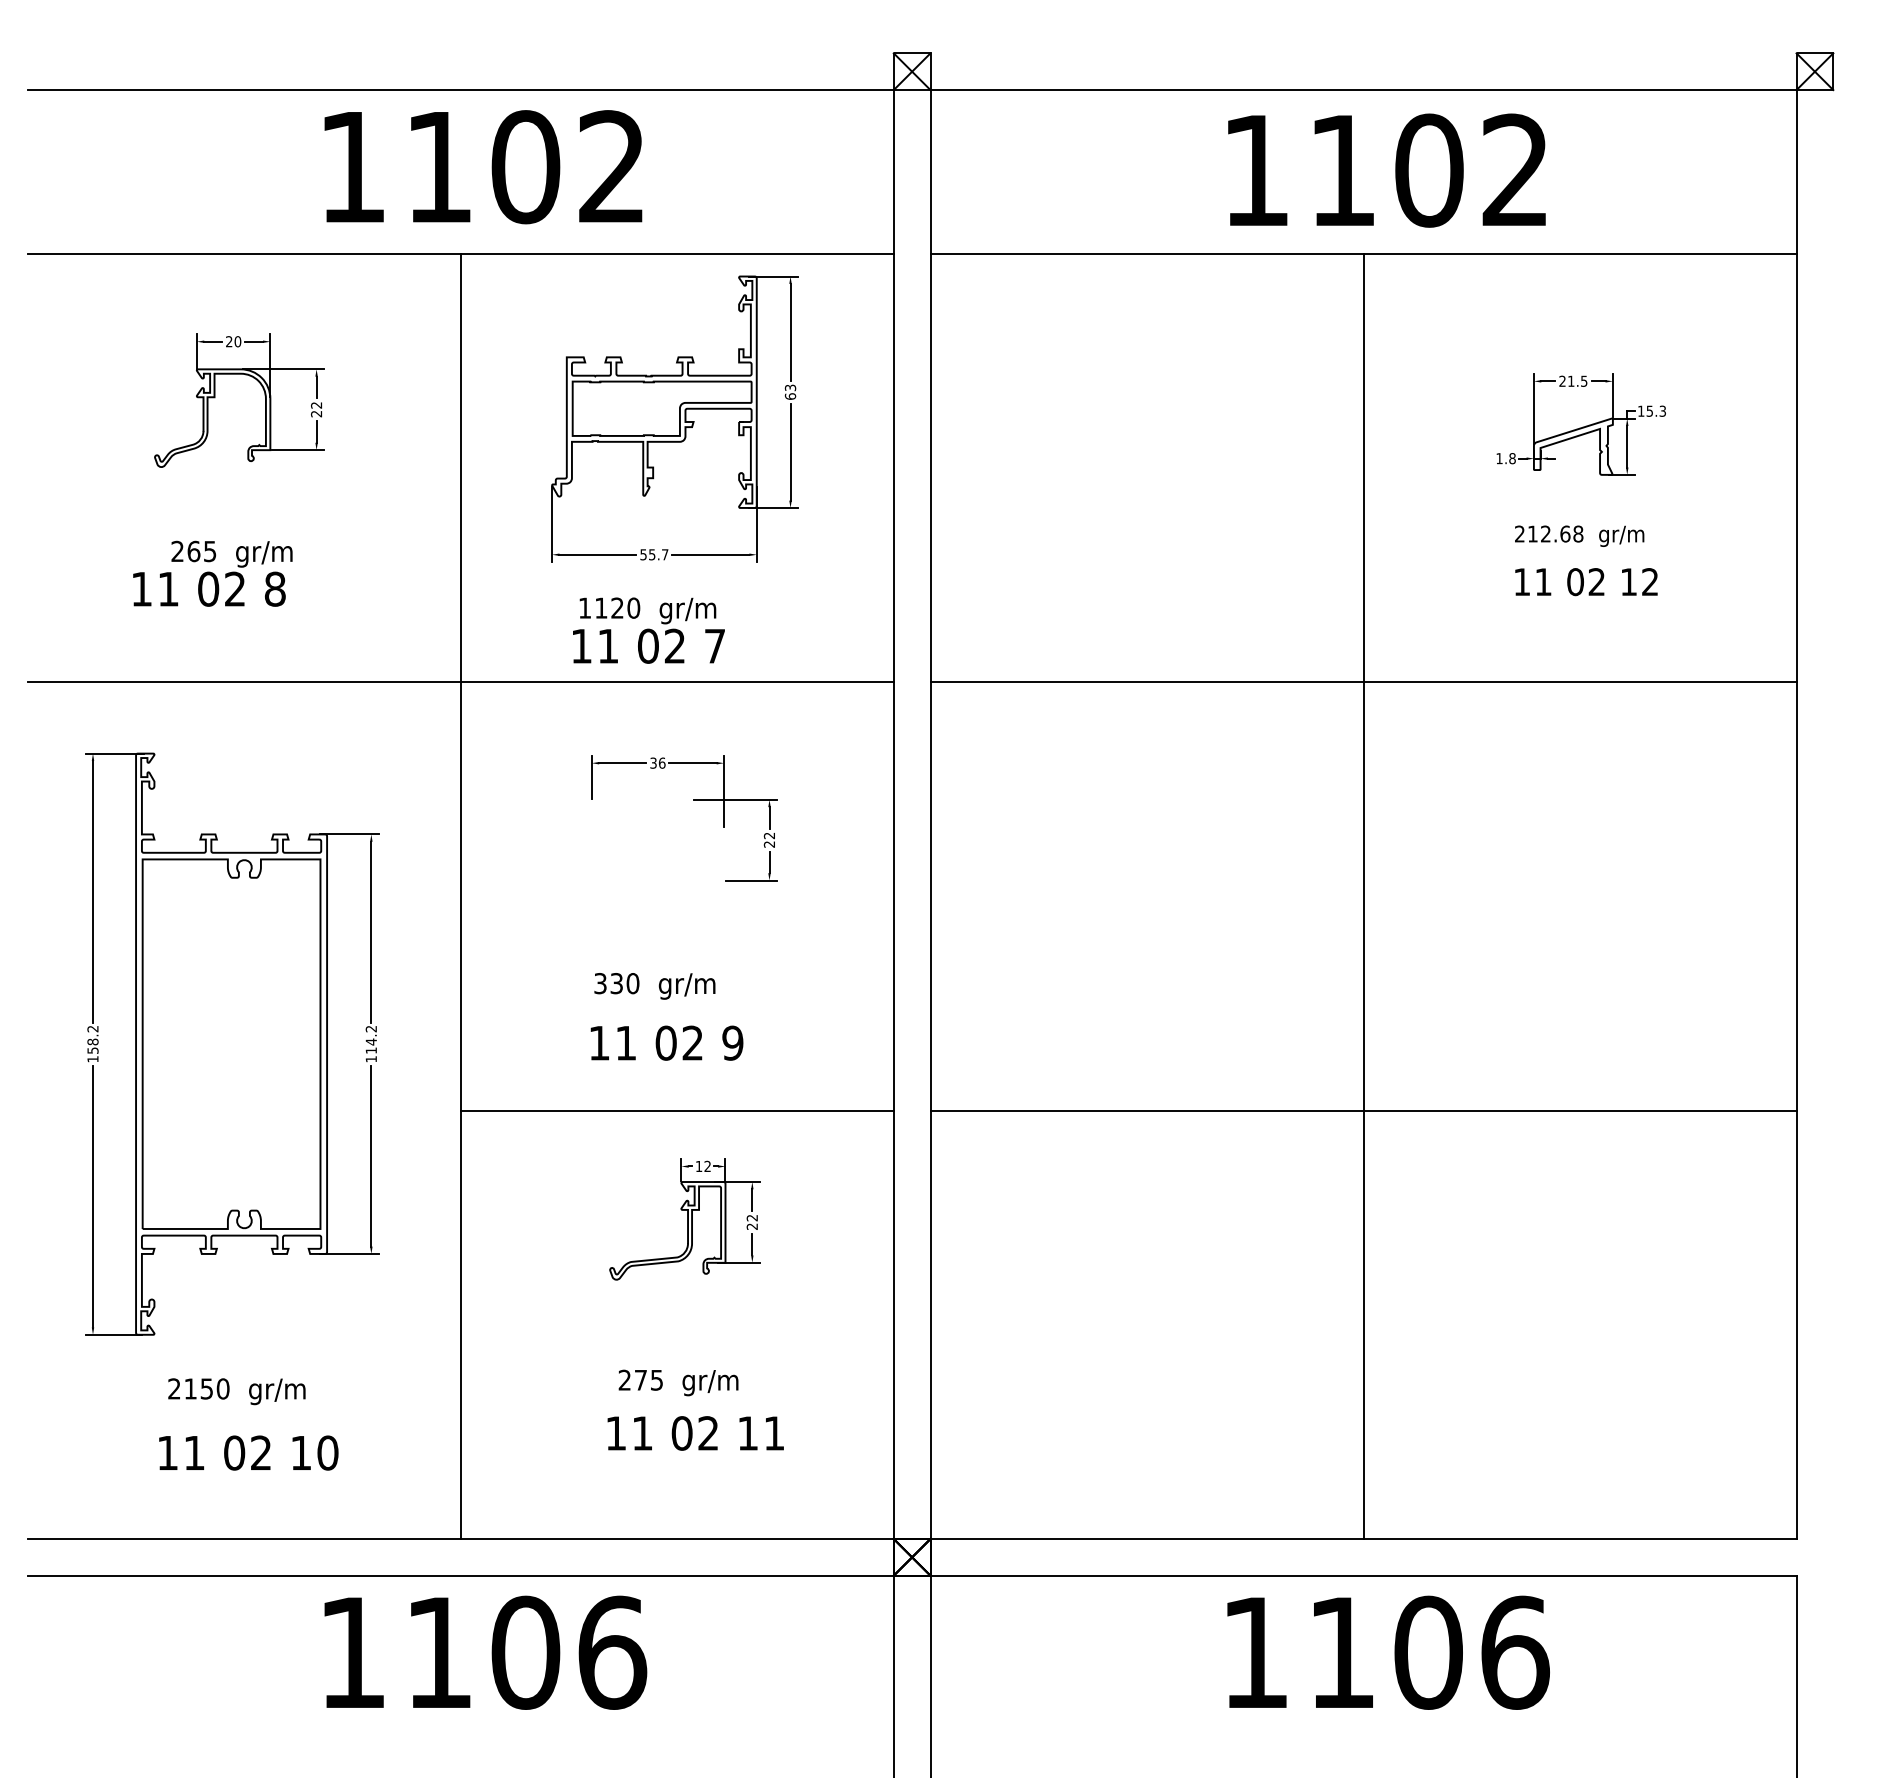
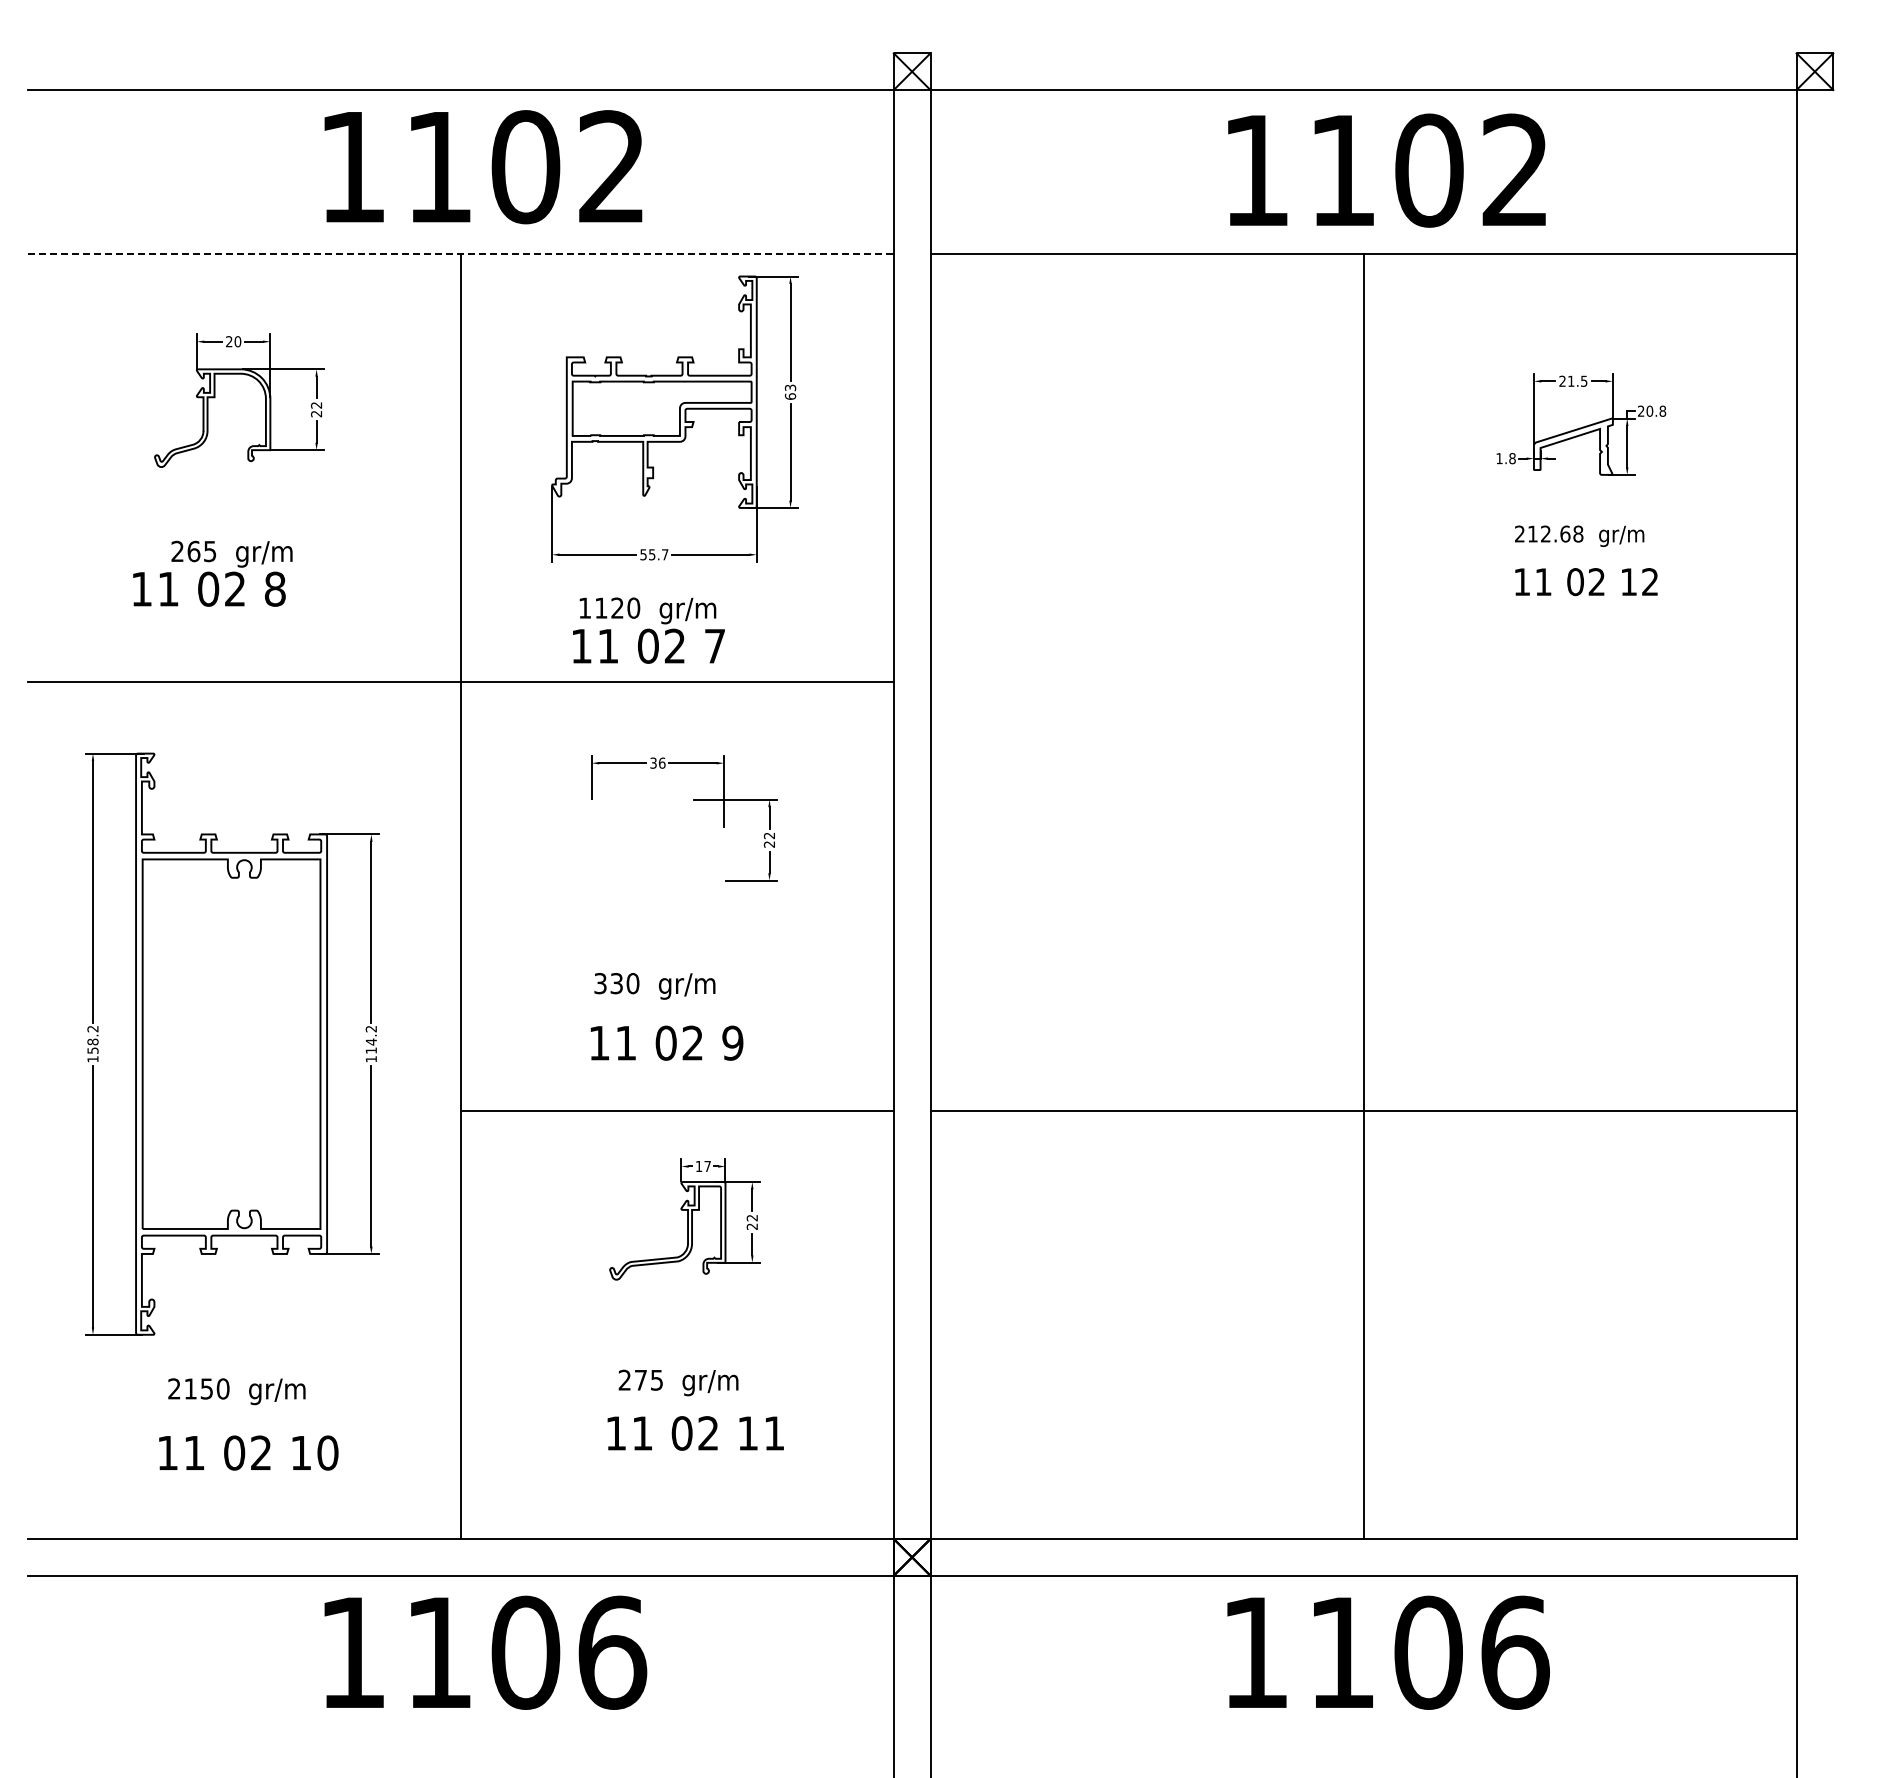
line at (461, 253): solid -> dashed
text at (1652, 410): 15.3 -> 20.8
line at (1363, 682): present -> none
text at (707, 1165): 12 -> 17
